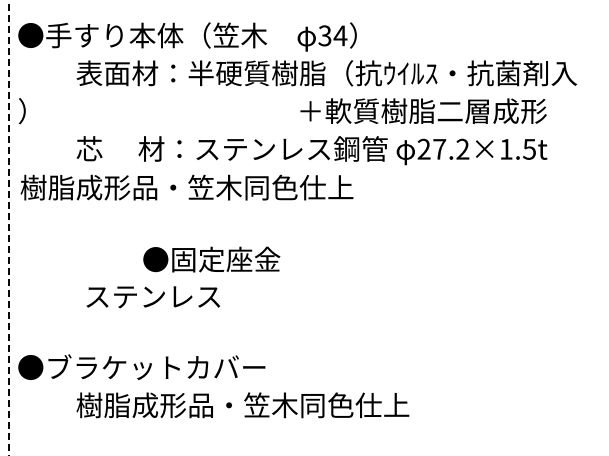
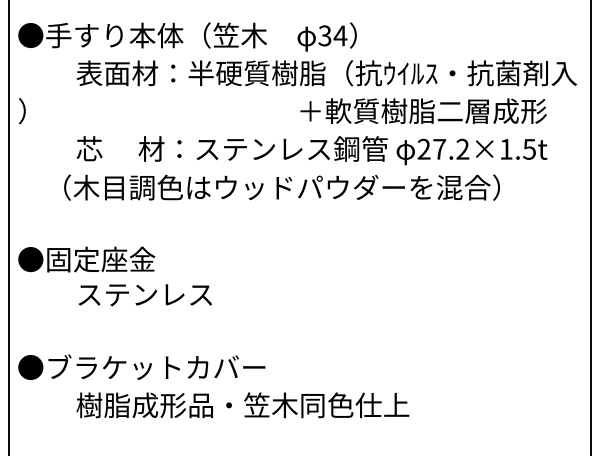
text at (259, 187): 樹脂成形品・笠木同色仕上 -> （木目調色はウッドパウダーを混合）
line at (590, 227): none -> present
line at (9, 228): dashed -> solid
text at (211, 259) position: (211, 259) -> (86, 259)
text at (152, 297) position: (152, 297) -> (144, 295)
